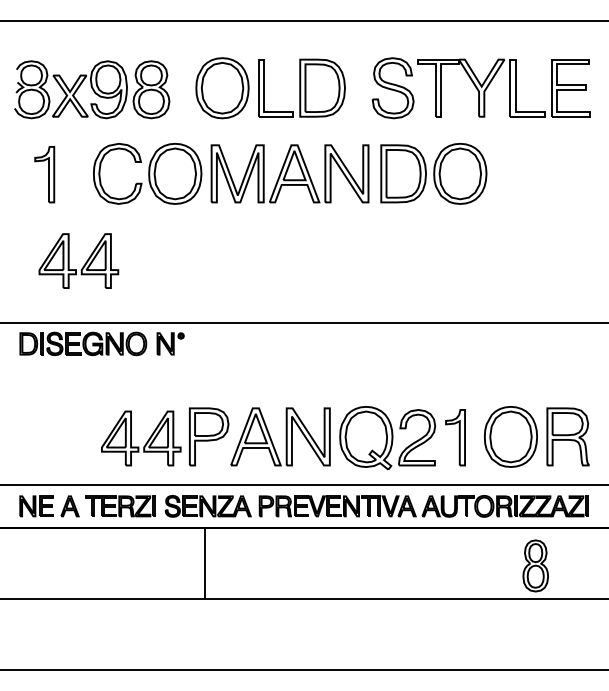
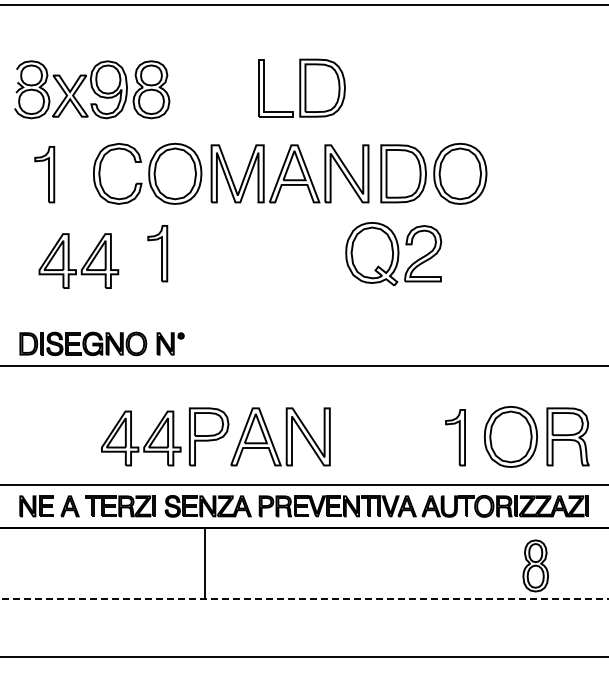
line at (303, 20) position: (303, 20) -> (303, 4)
part at (222, 88): present -> none
part at (480, 88): present -> none
part at (157, 253): none -> present
line at (303, 323) position: (303, 323) -> (303, 366)
part at (387, 438) position: (387, 438) -> (393, 254)
line at (304, 598): solid -> dashed
line at (303, 670) position: (303, 670) -> (303, 657)
